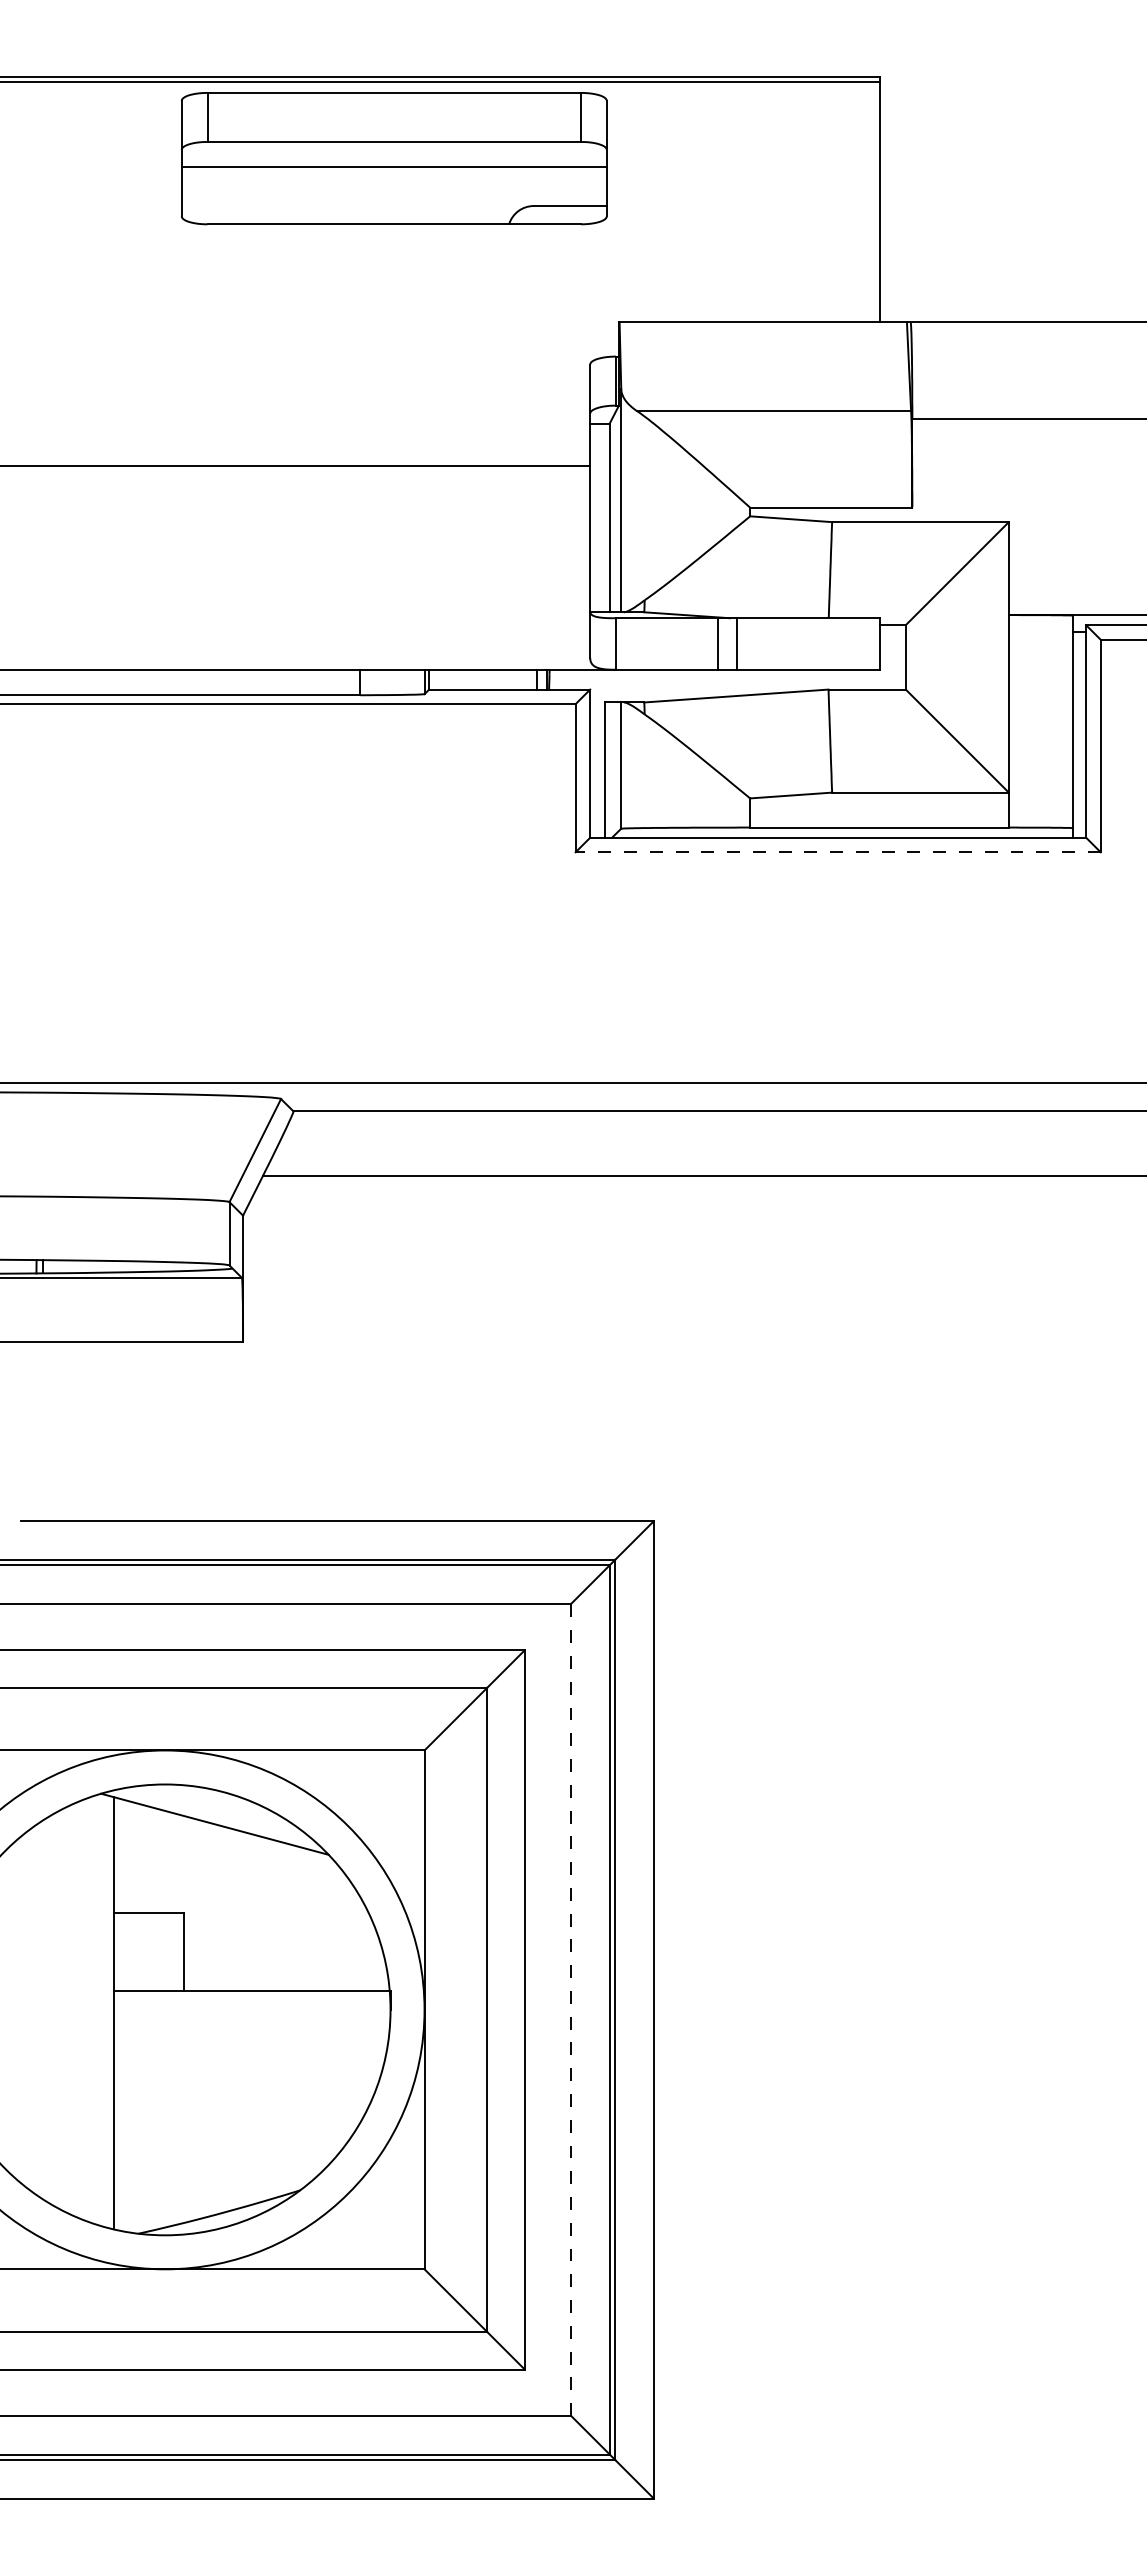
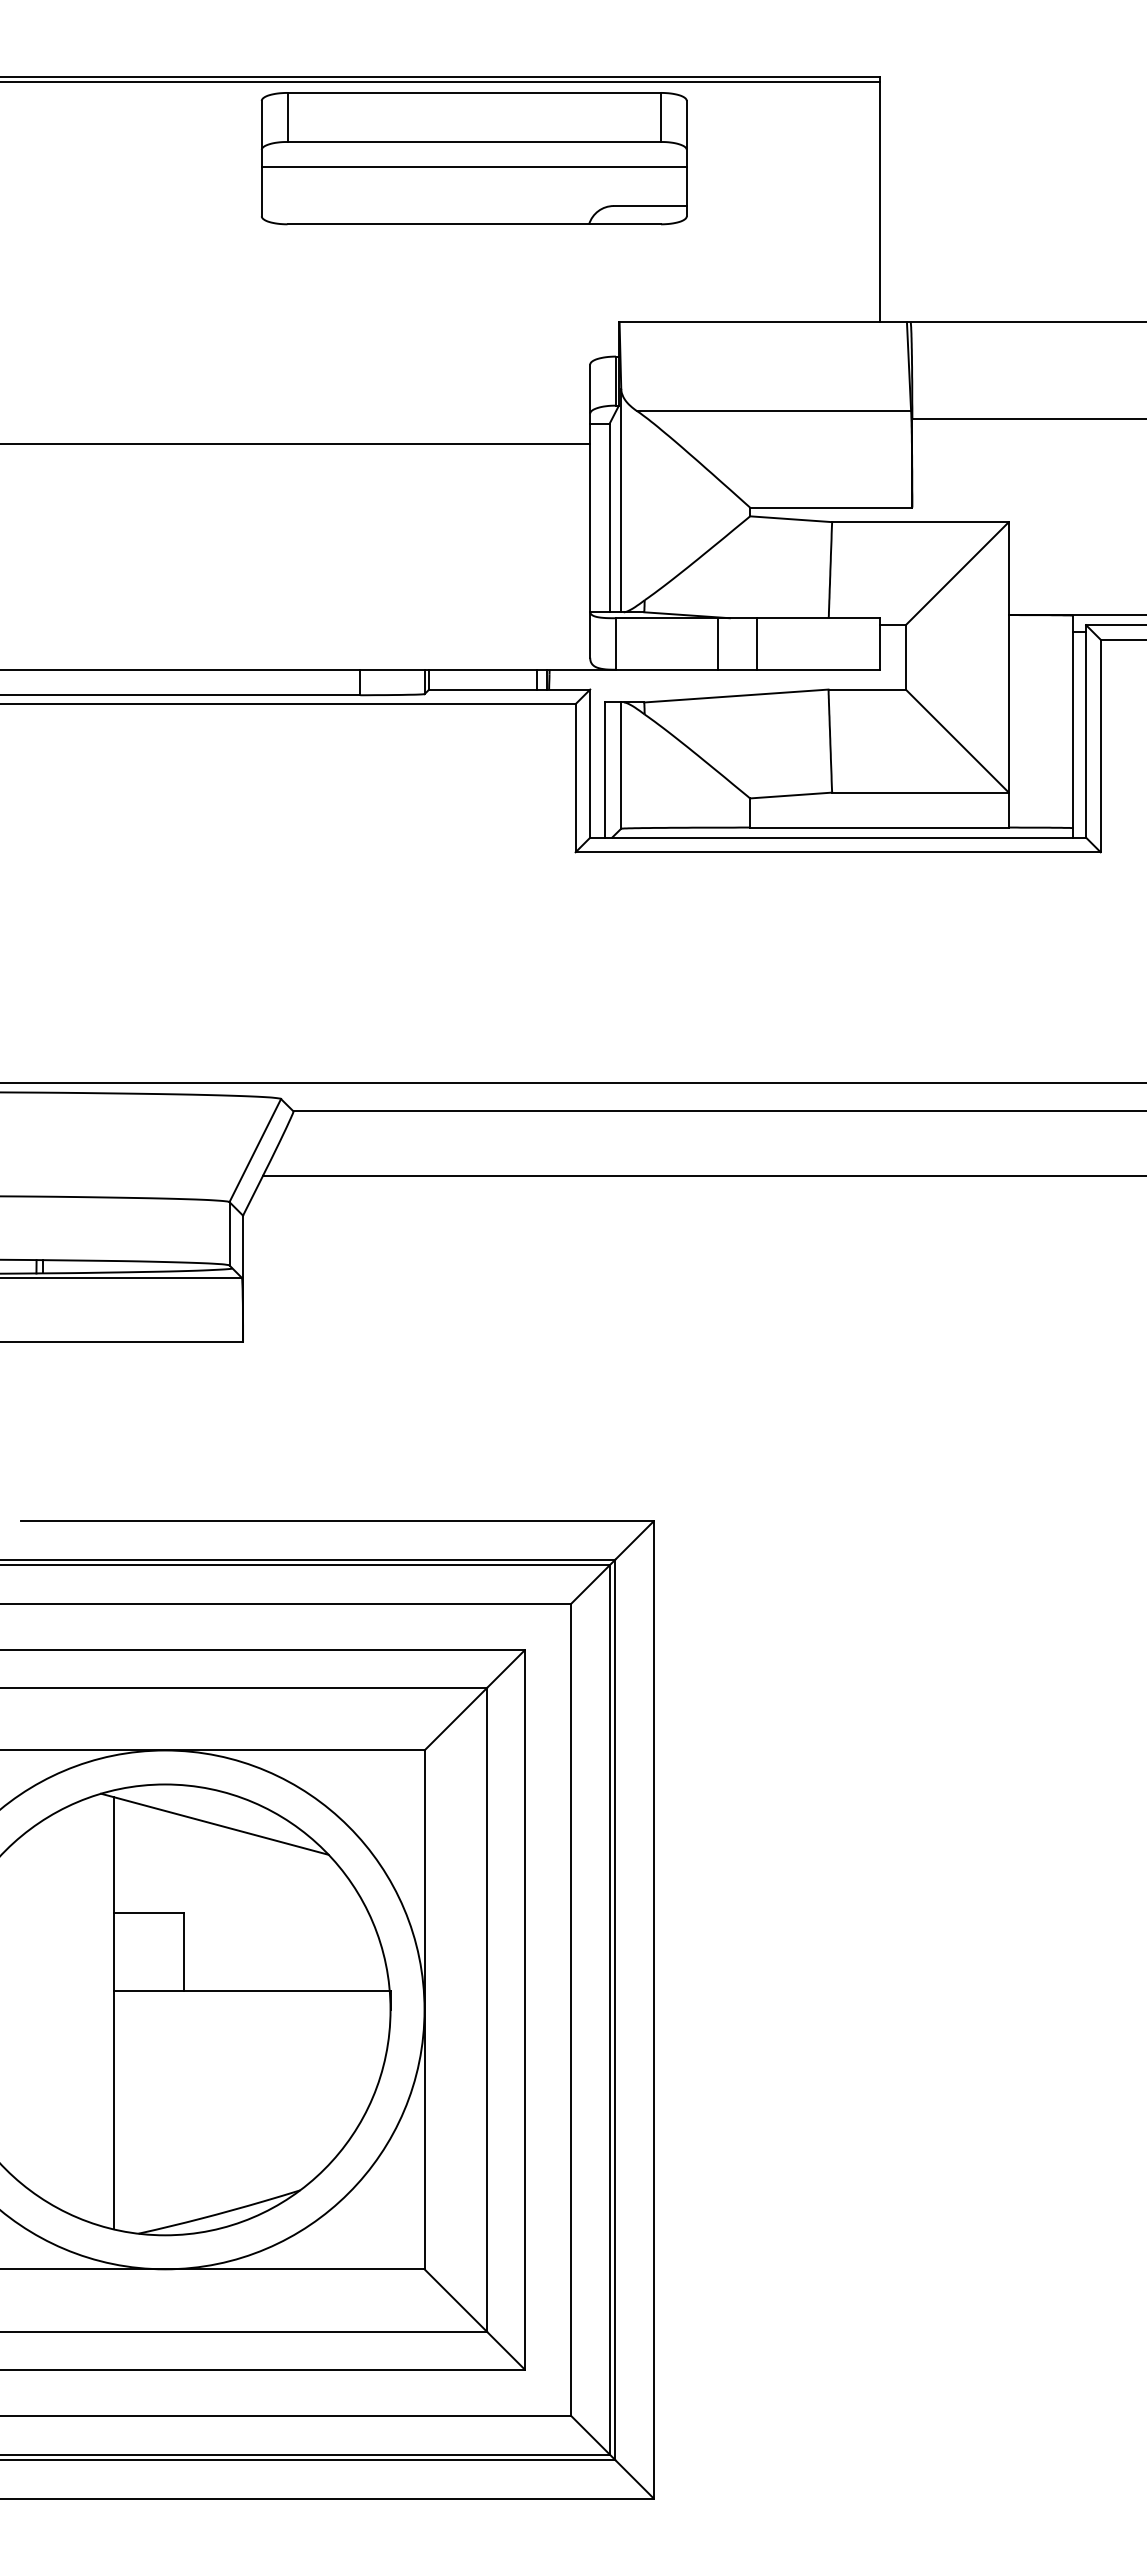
part at (394, 158) position: (394, 158) -> (474, 158)
line at (296, 465) position: (296, 465) -> (296, 443)
line at (736, 643) position: (736, 643) -> (756, 643)
line at (838, 852): dashed -> solid
line at (571, 2009): dashed -> solid
